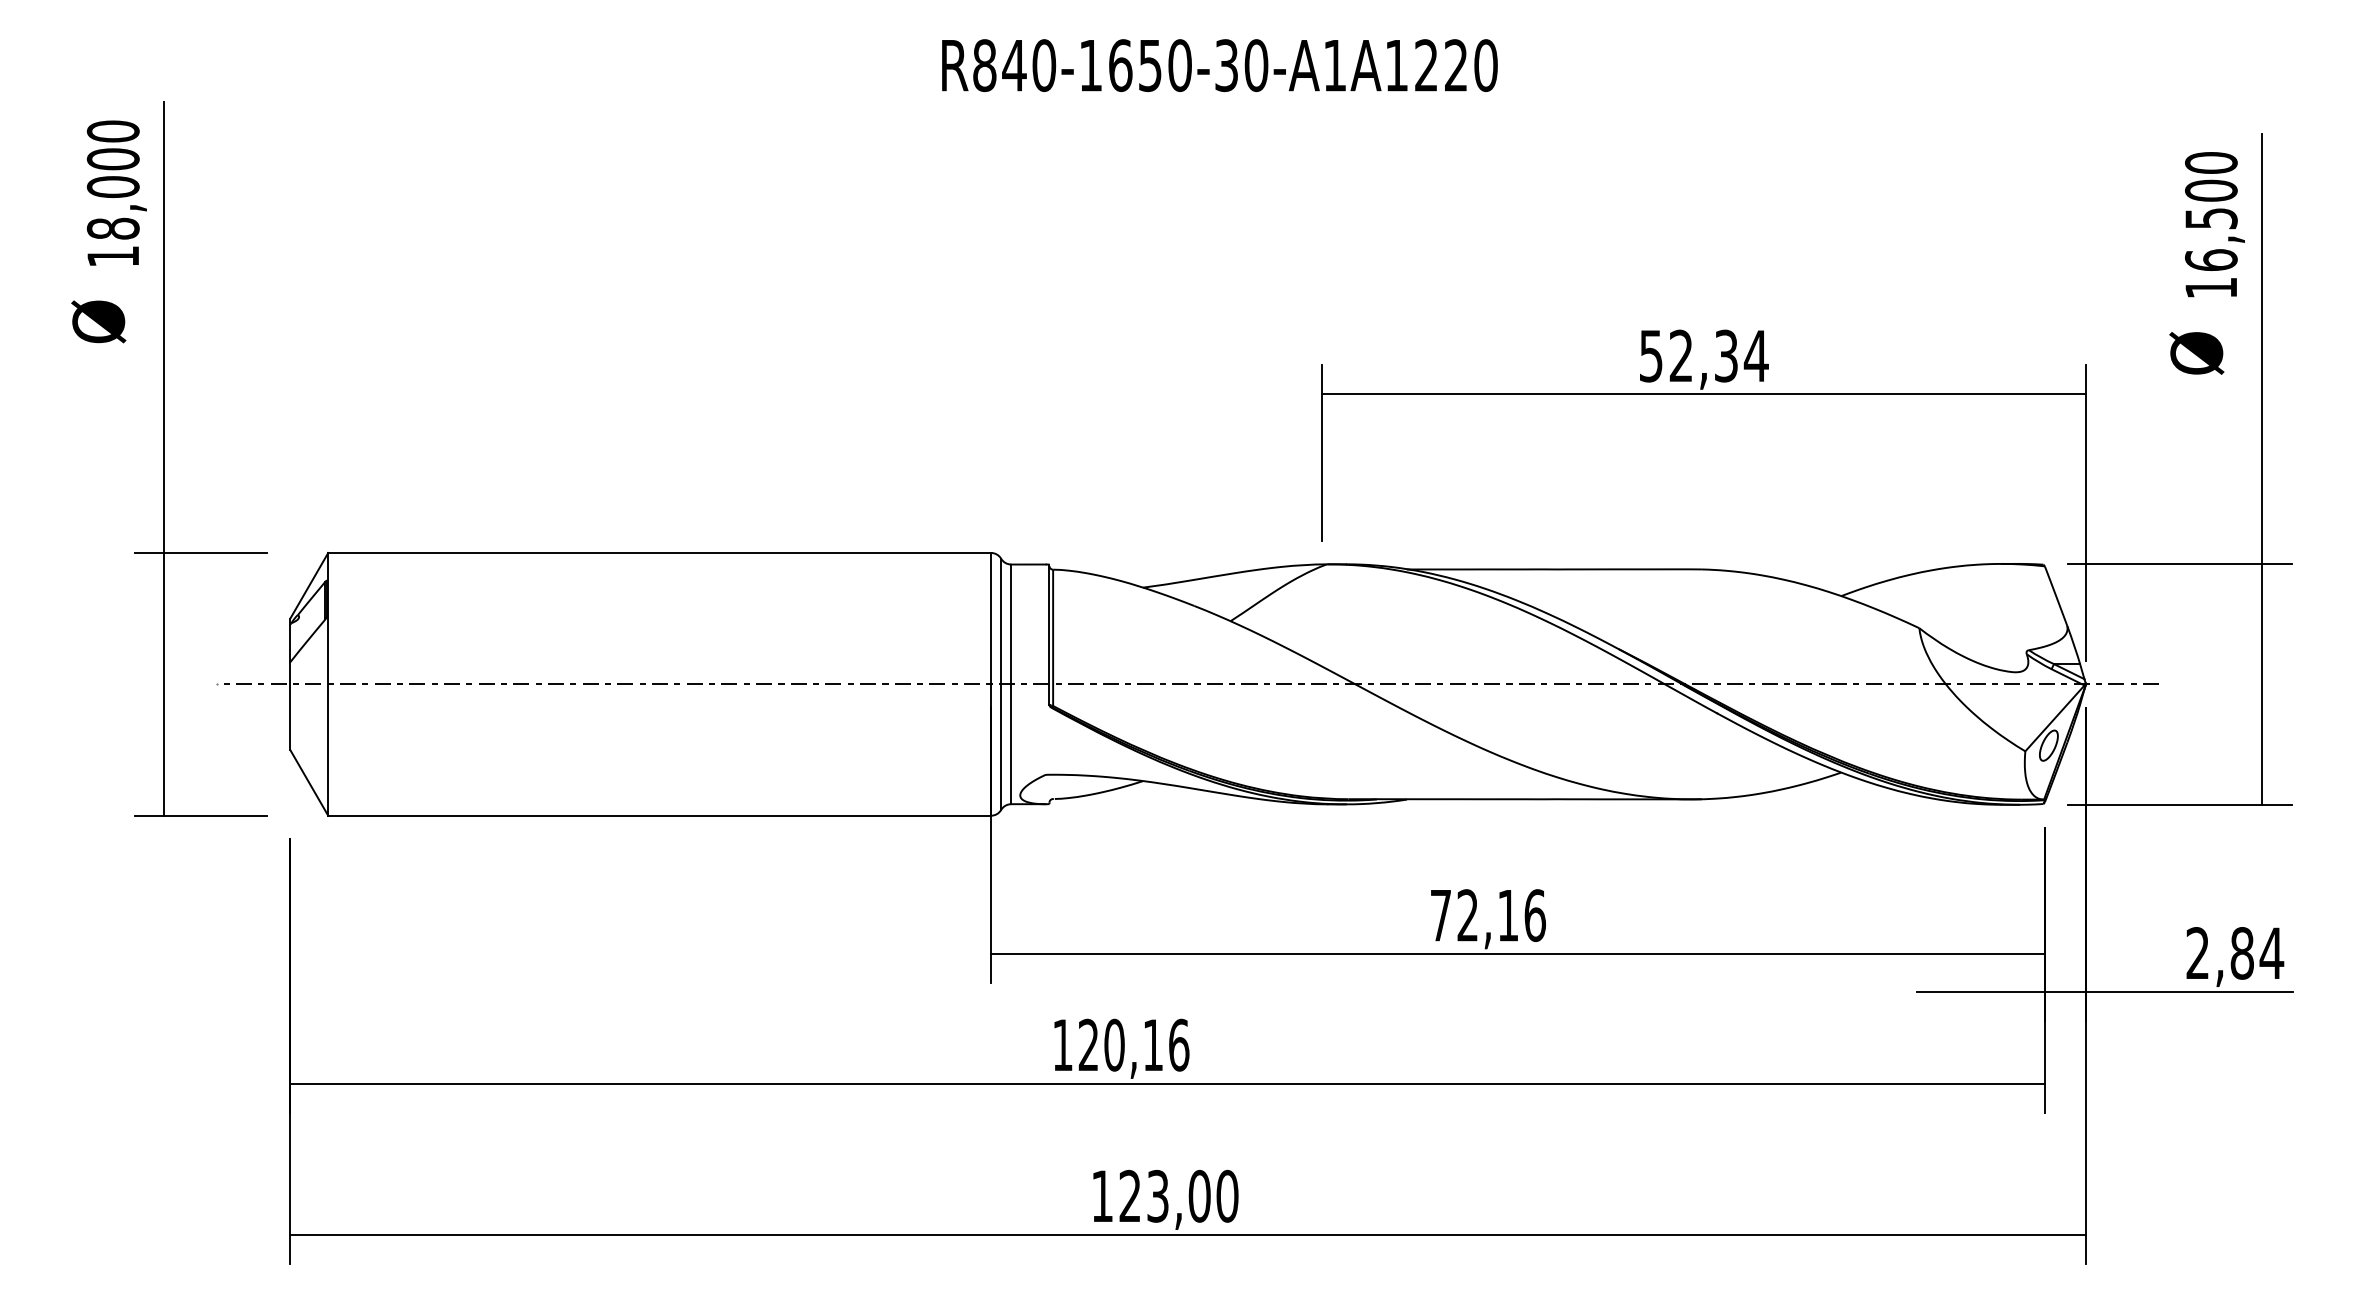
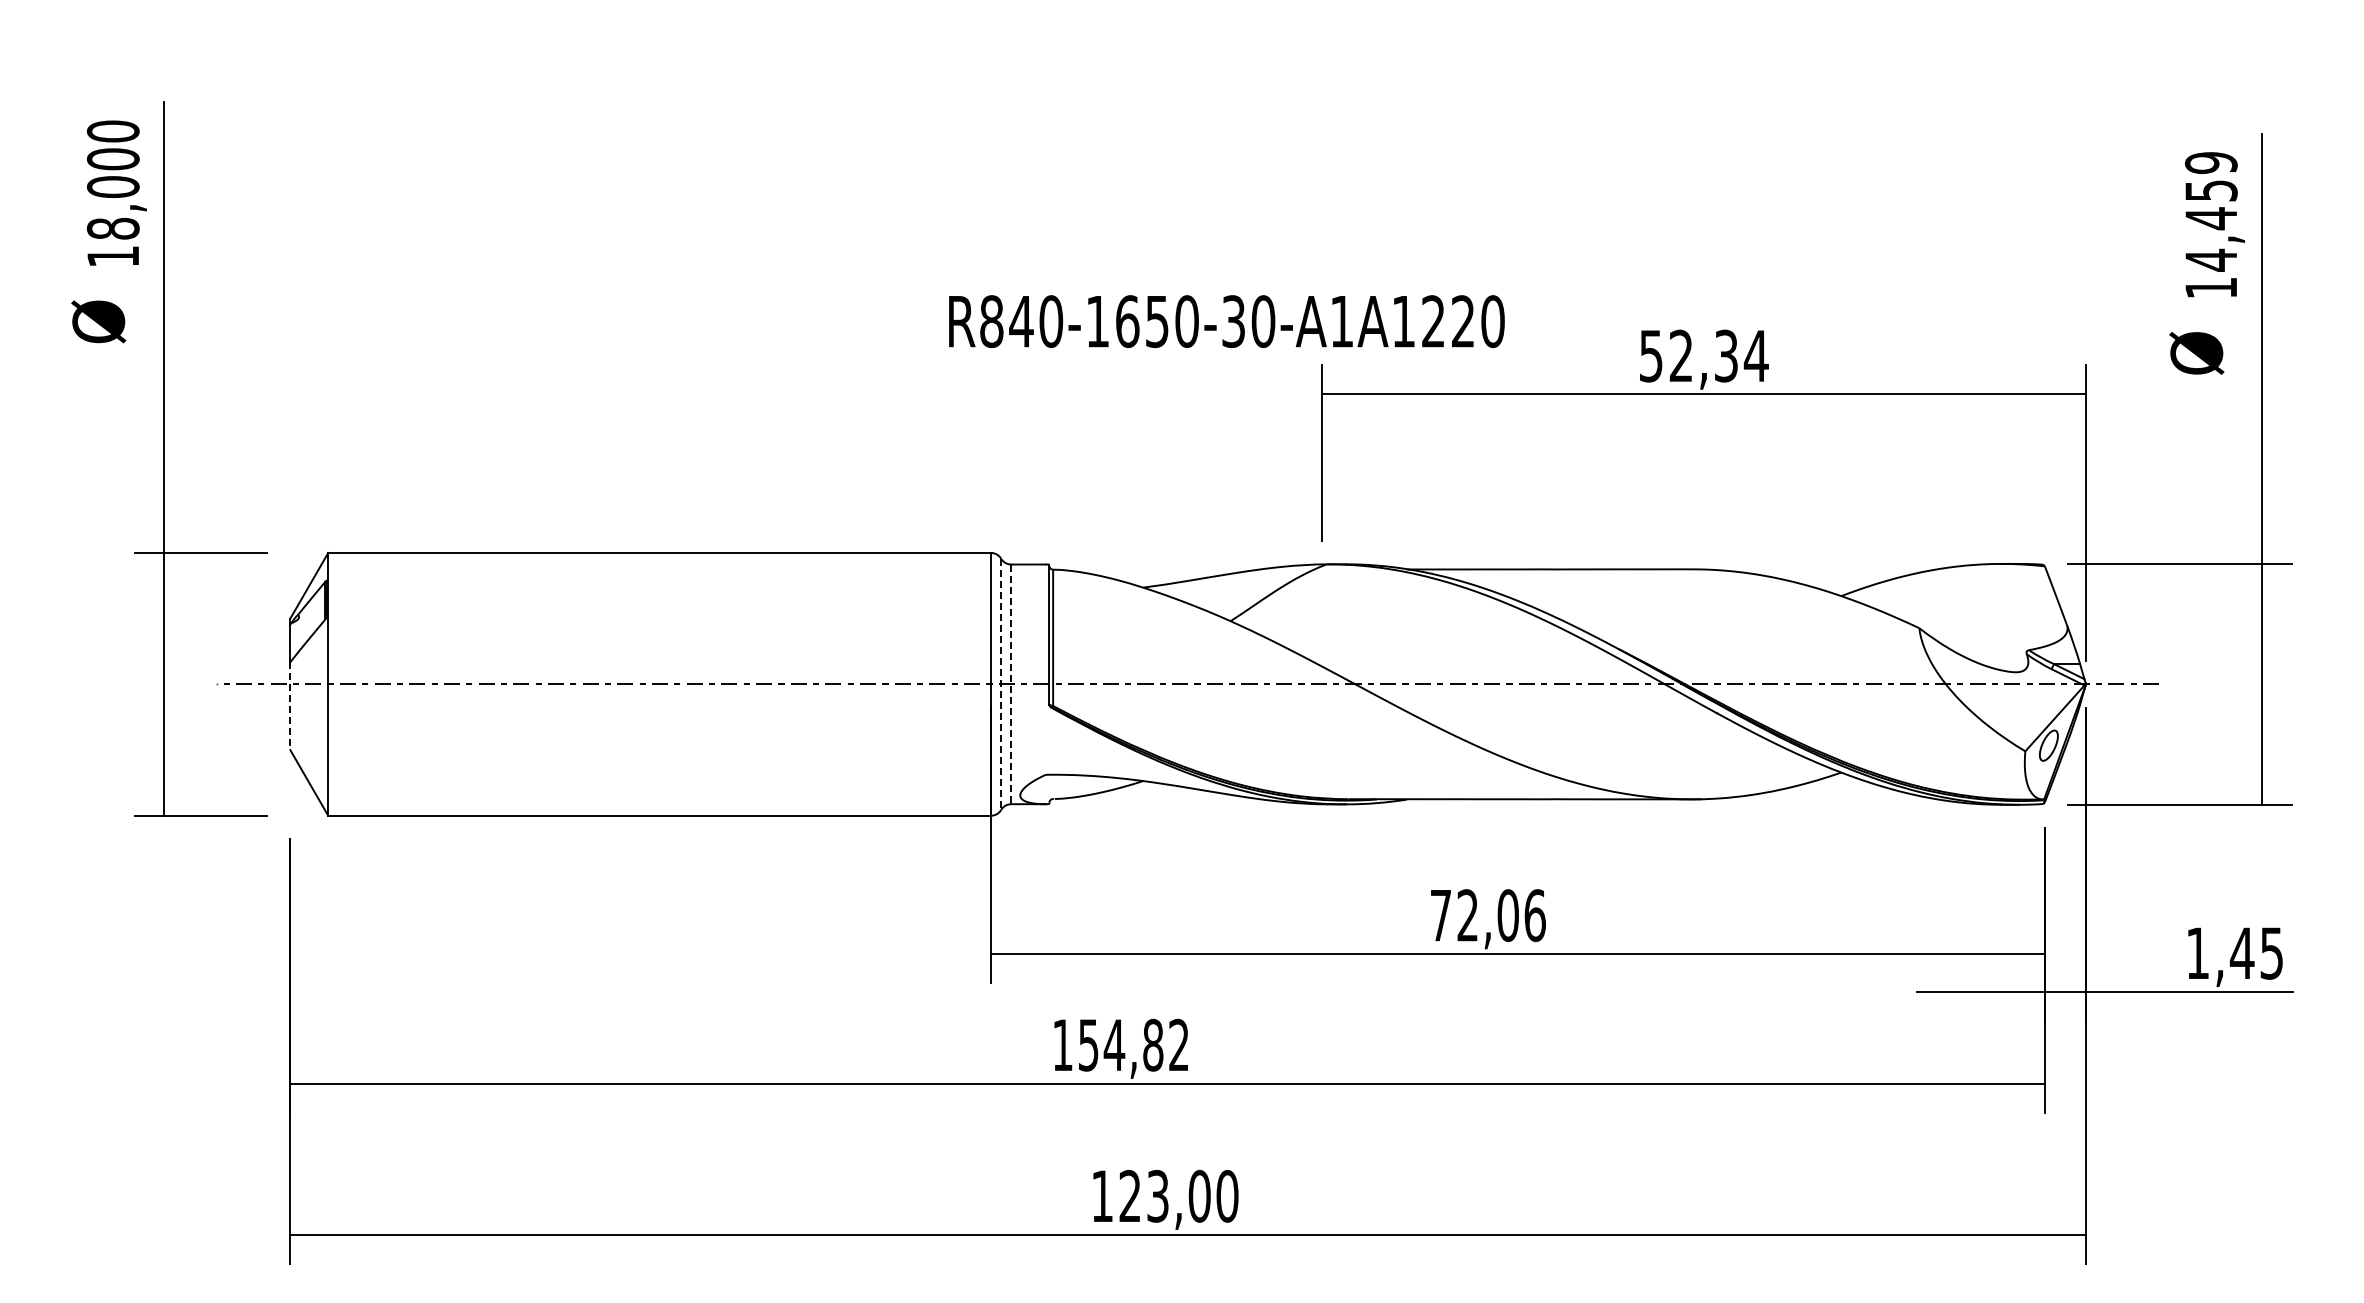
text at (1219, 65) position: (1219, 65) -> (1226, 321)
text at (2211, 211): 16,500 -> 14,459
line at (1001, 684): solid -> dashed
line at (1011, 684): solid -> dashed
line at (290, 706): solid -> dashed
text at (1507, 915): 72,16 -> 72,06
text at (2235, 953): 2,84 -> 1,45
text at (1133, 1044): 120,16 -> 154,82
